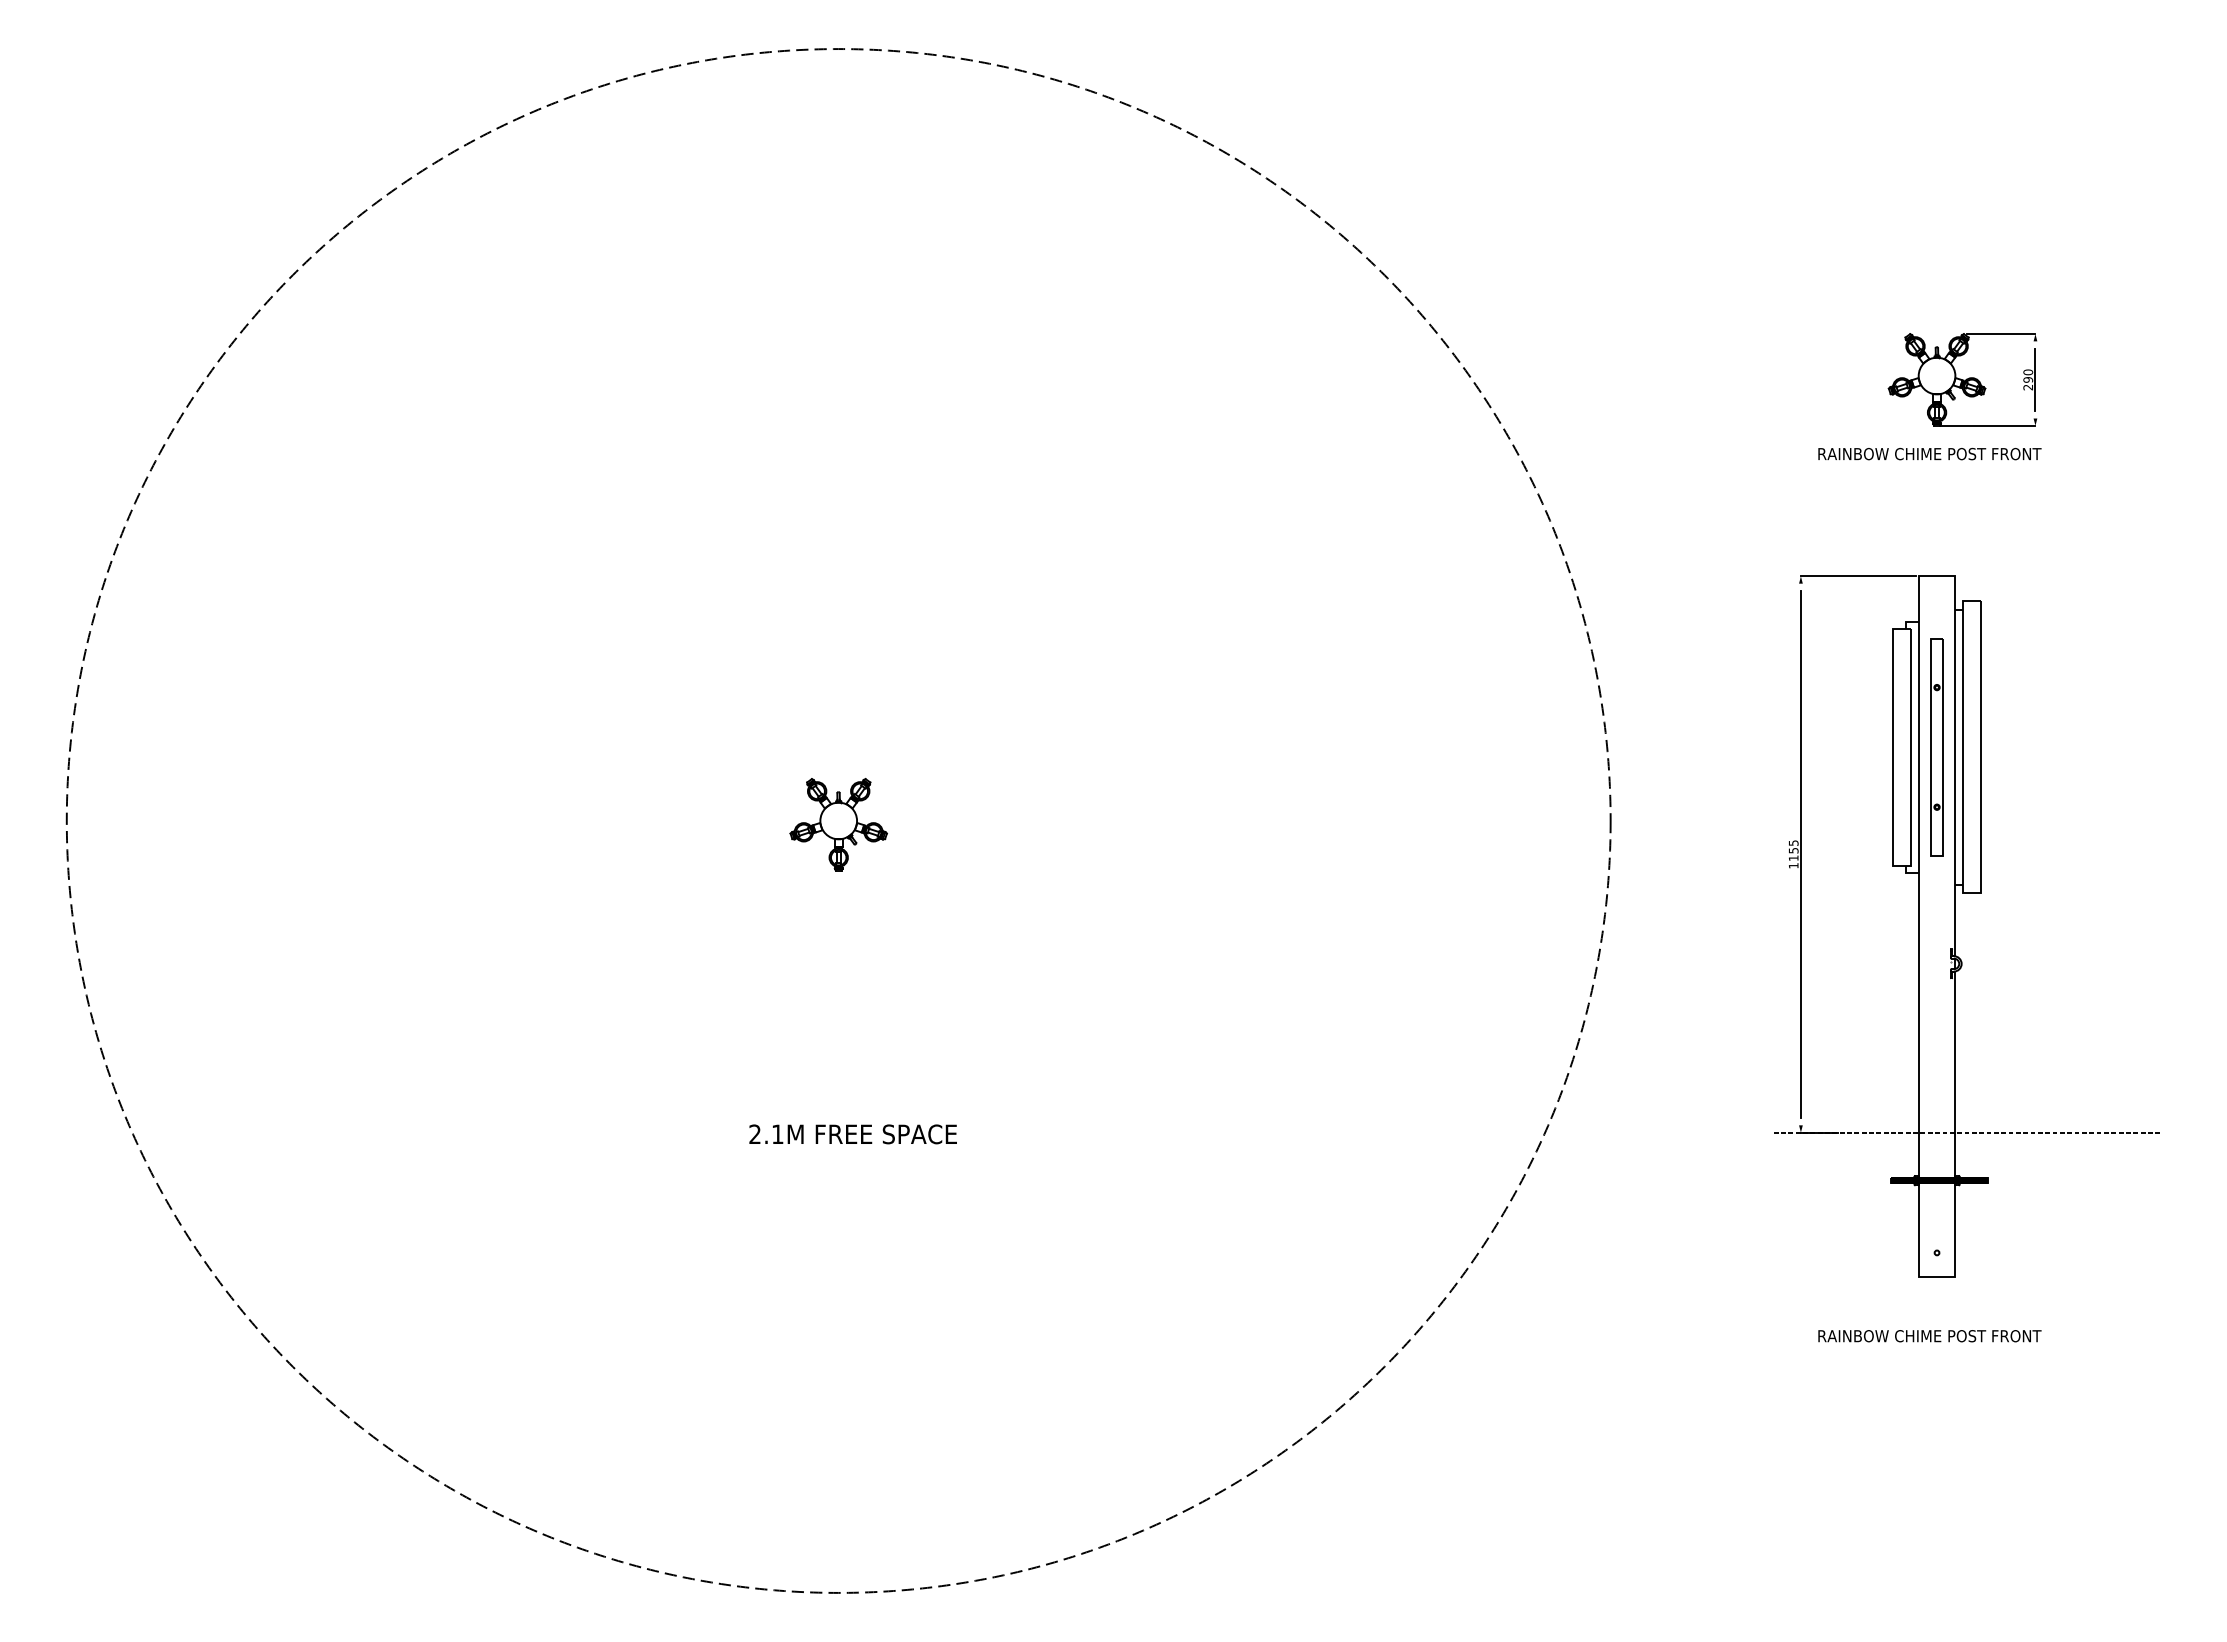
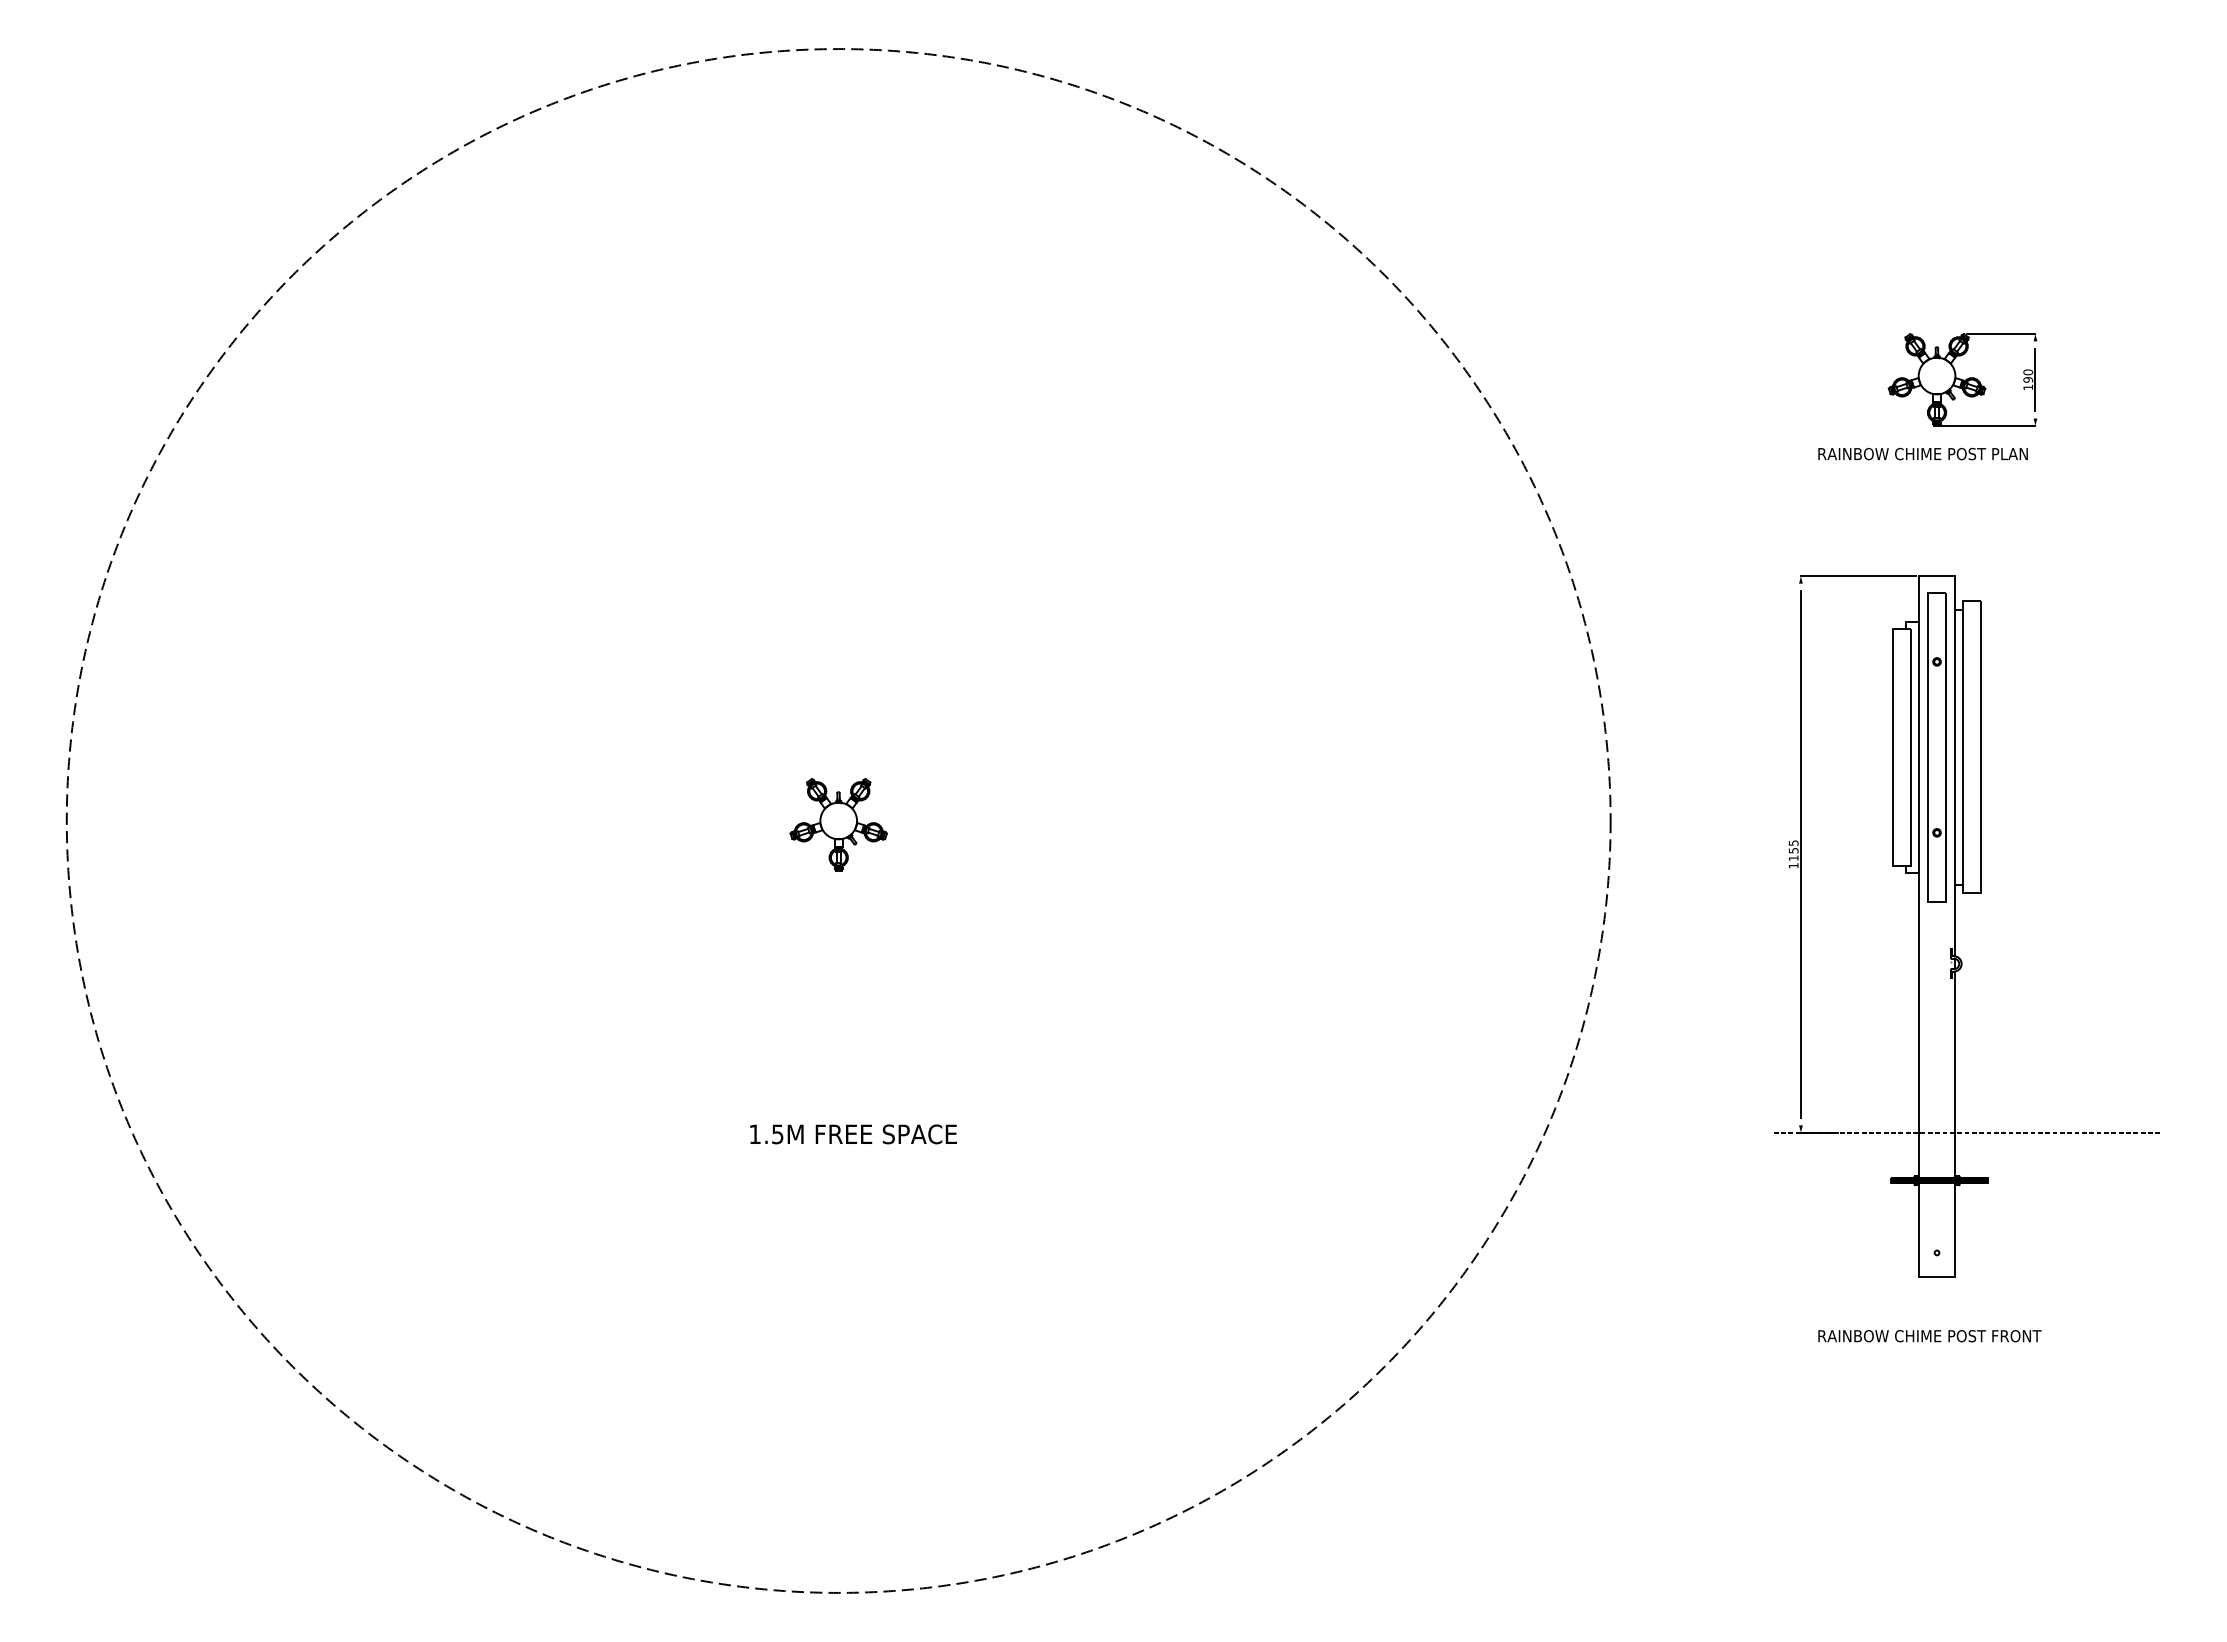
text at (2027, 387): 290 -> 190
text at (2017, 453): RAINBOW CHIME POST FRONT -> RAINBOW CHIME POST PLAN
part at (1936, 747) size: 14x219 px -> 20x311 px
text at (766, 1134): 2.1M -> 1.5M
